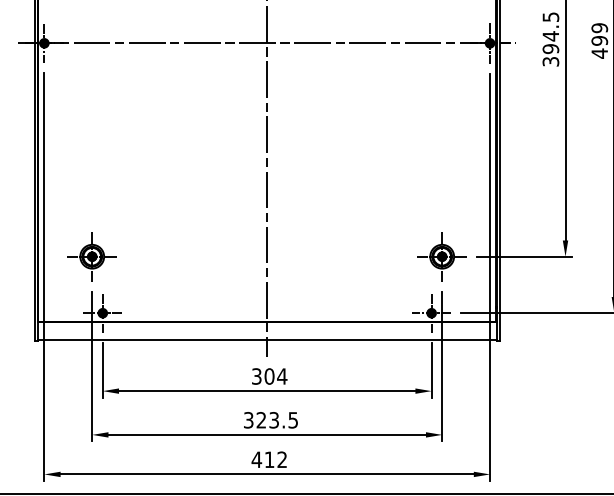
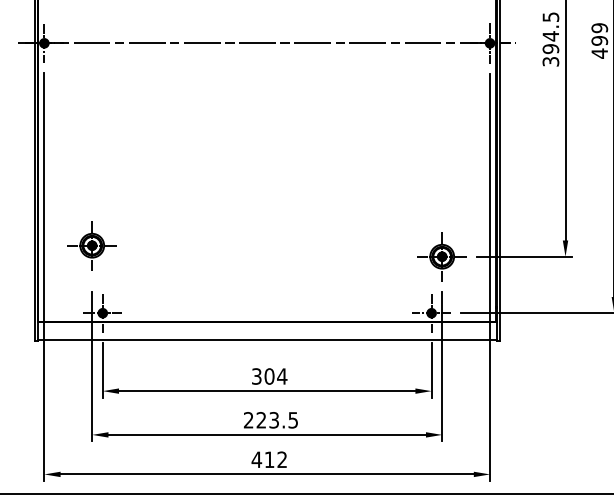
line at (267, 179): present -> none
part at (91, 256) position: (91, 256) -> (91, 245)
text at (248, 420): 323.5 -> 223.5
